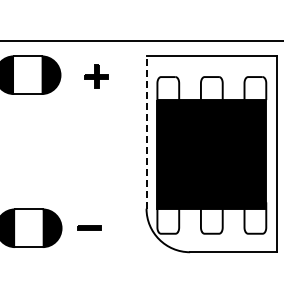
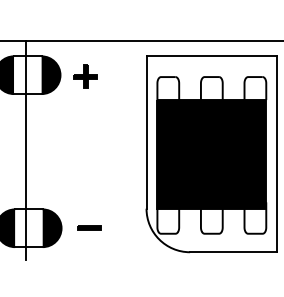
part at (96, 76) position: (96, 76) -> (85, 76)
line at (146, 132): dashed -> solid
line at (26, 149): none -> present
